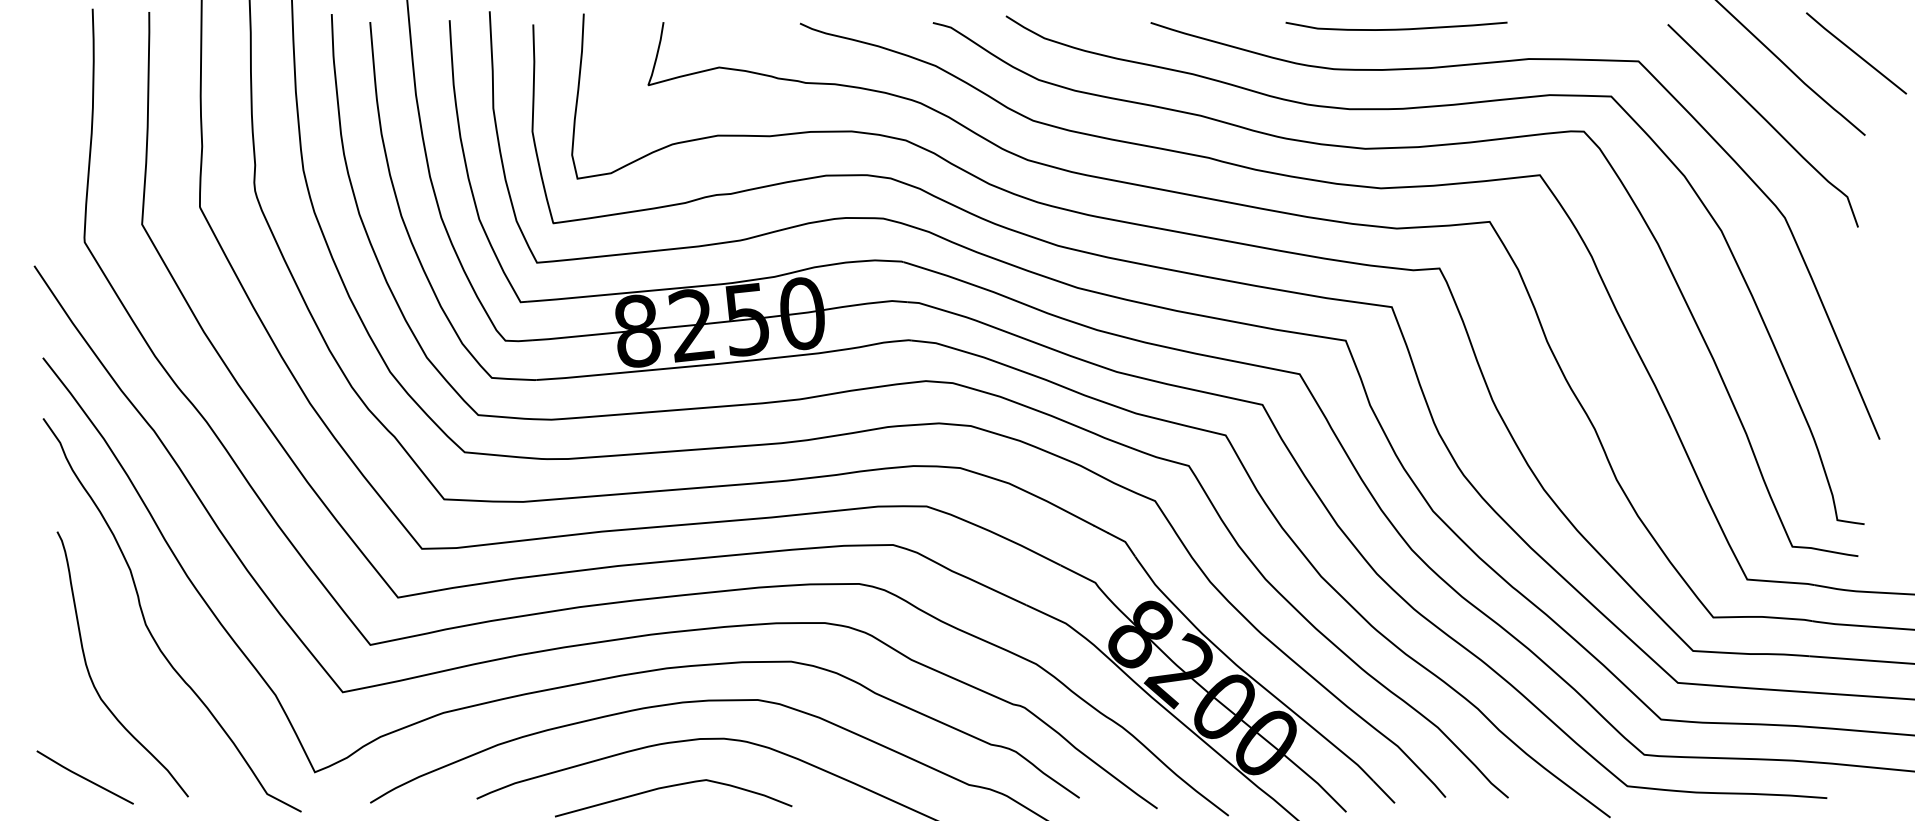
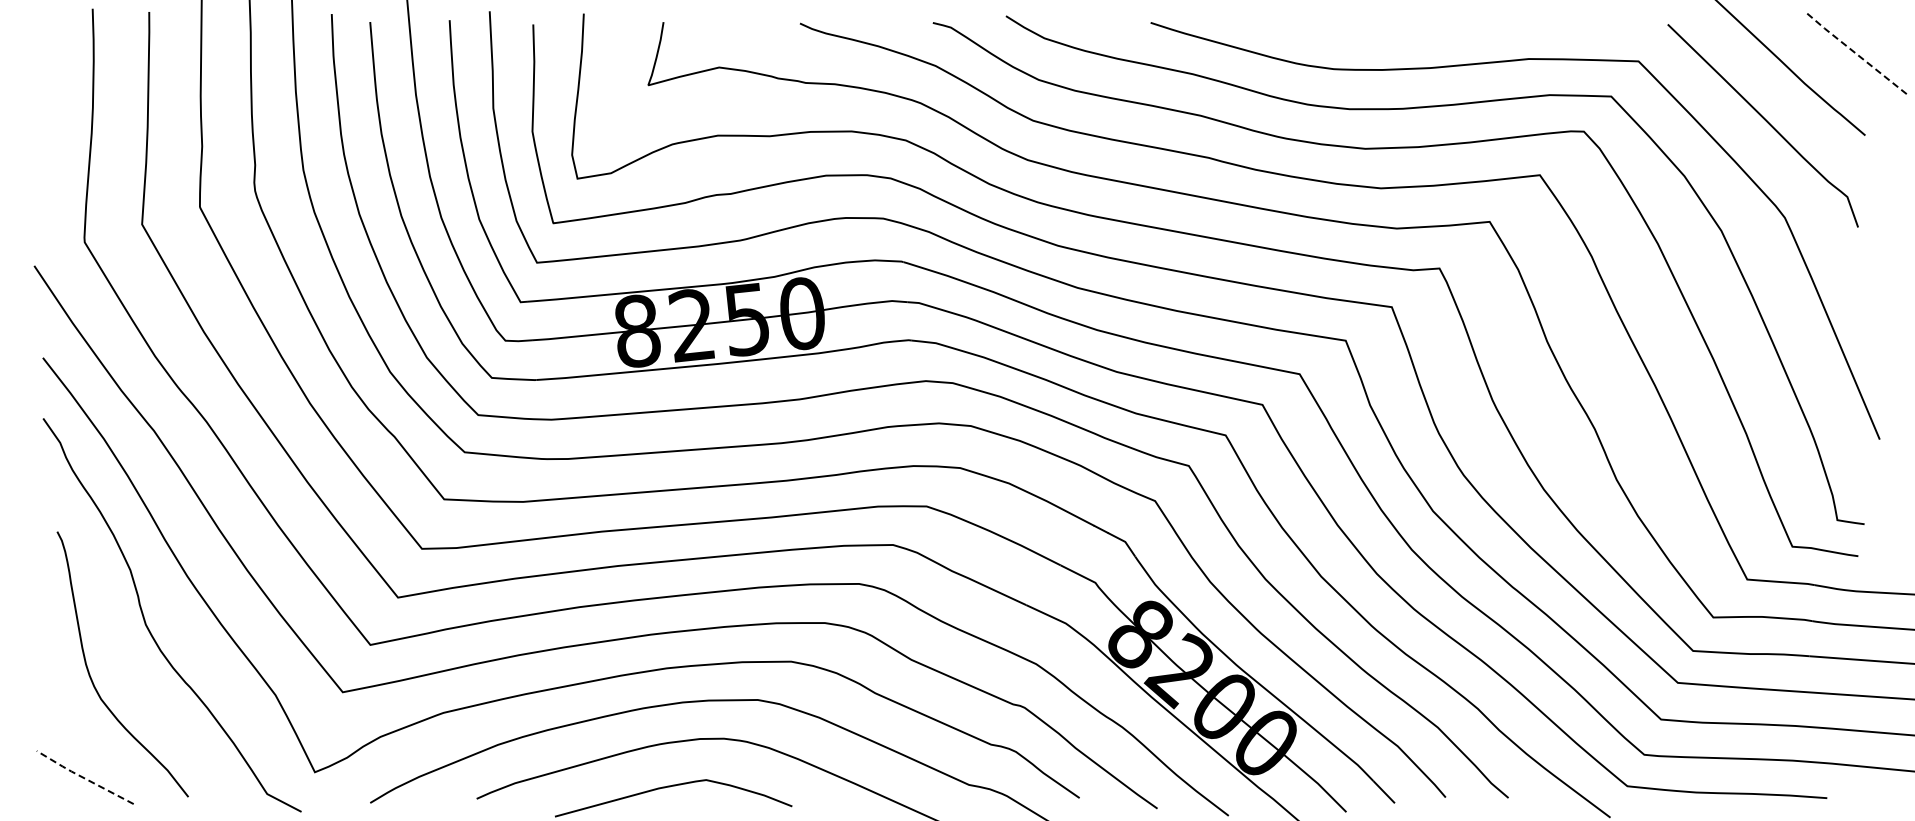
curve at (1396, 28): present -> none
line at (1855, 52): solid -> dashed
line at (83, 777): solid -> dashed
